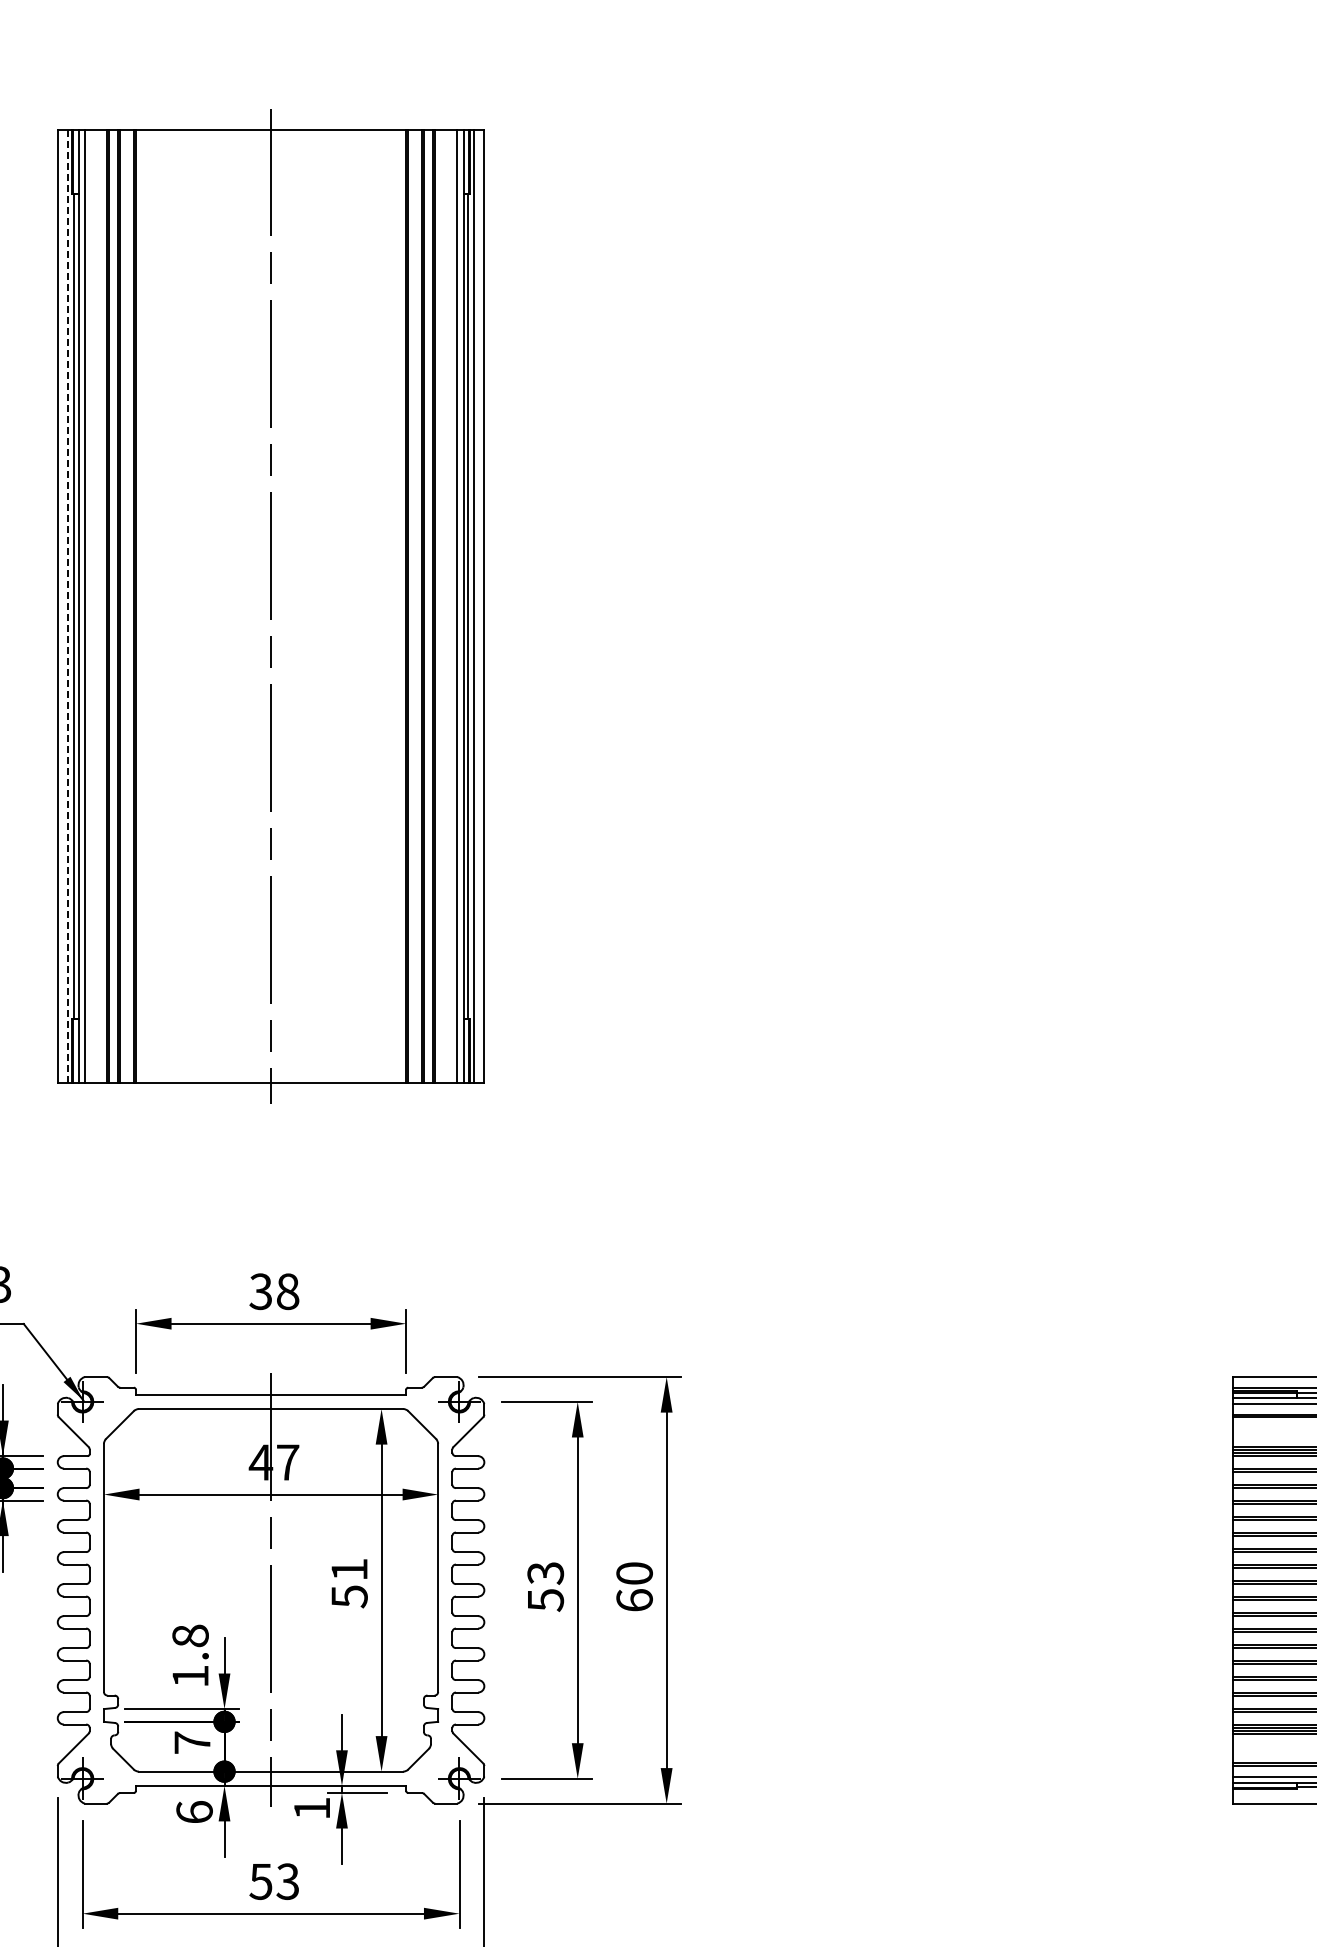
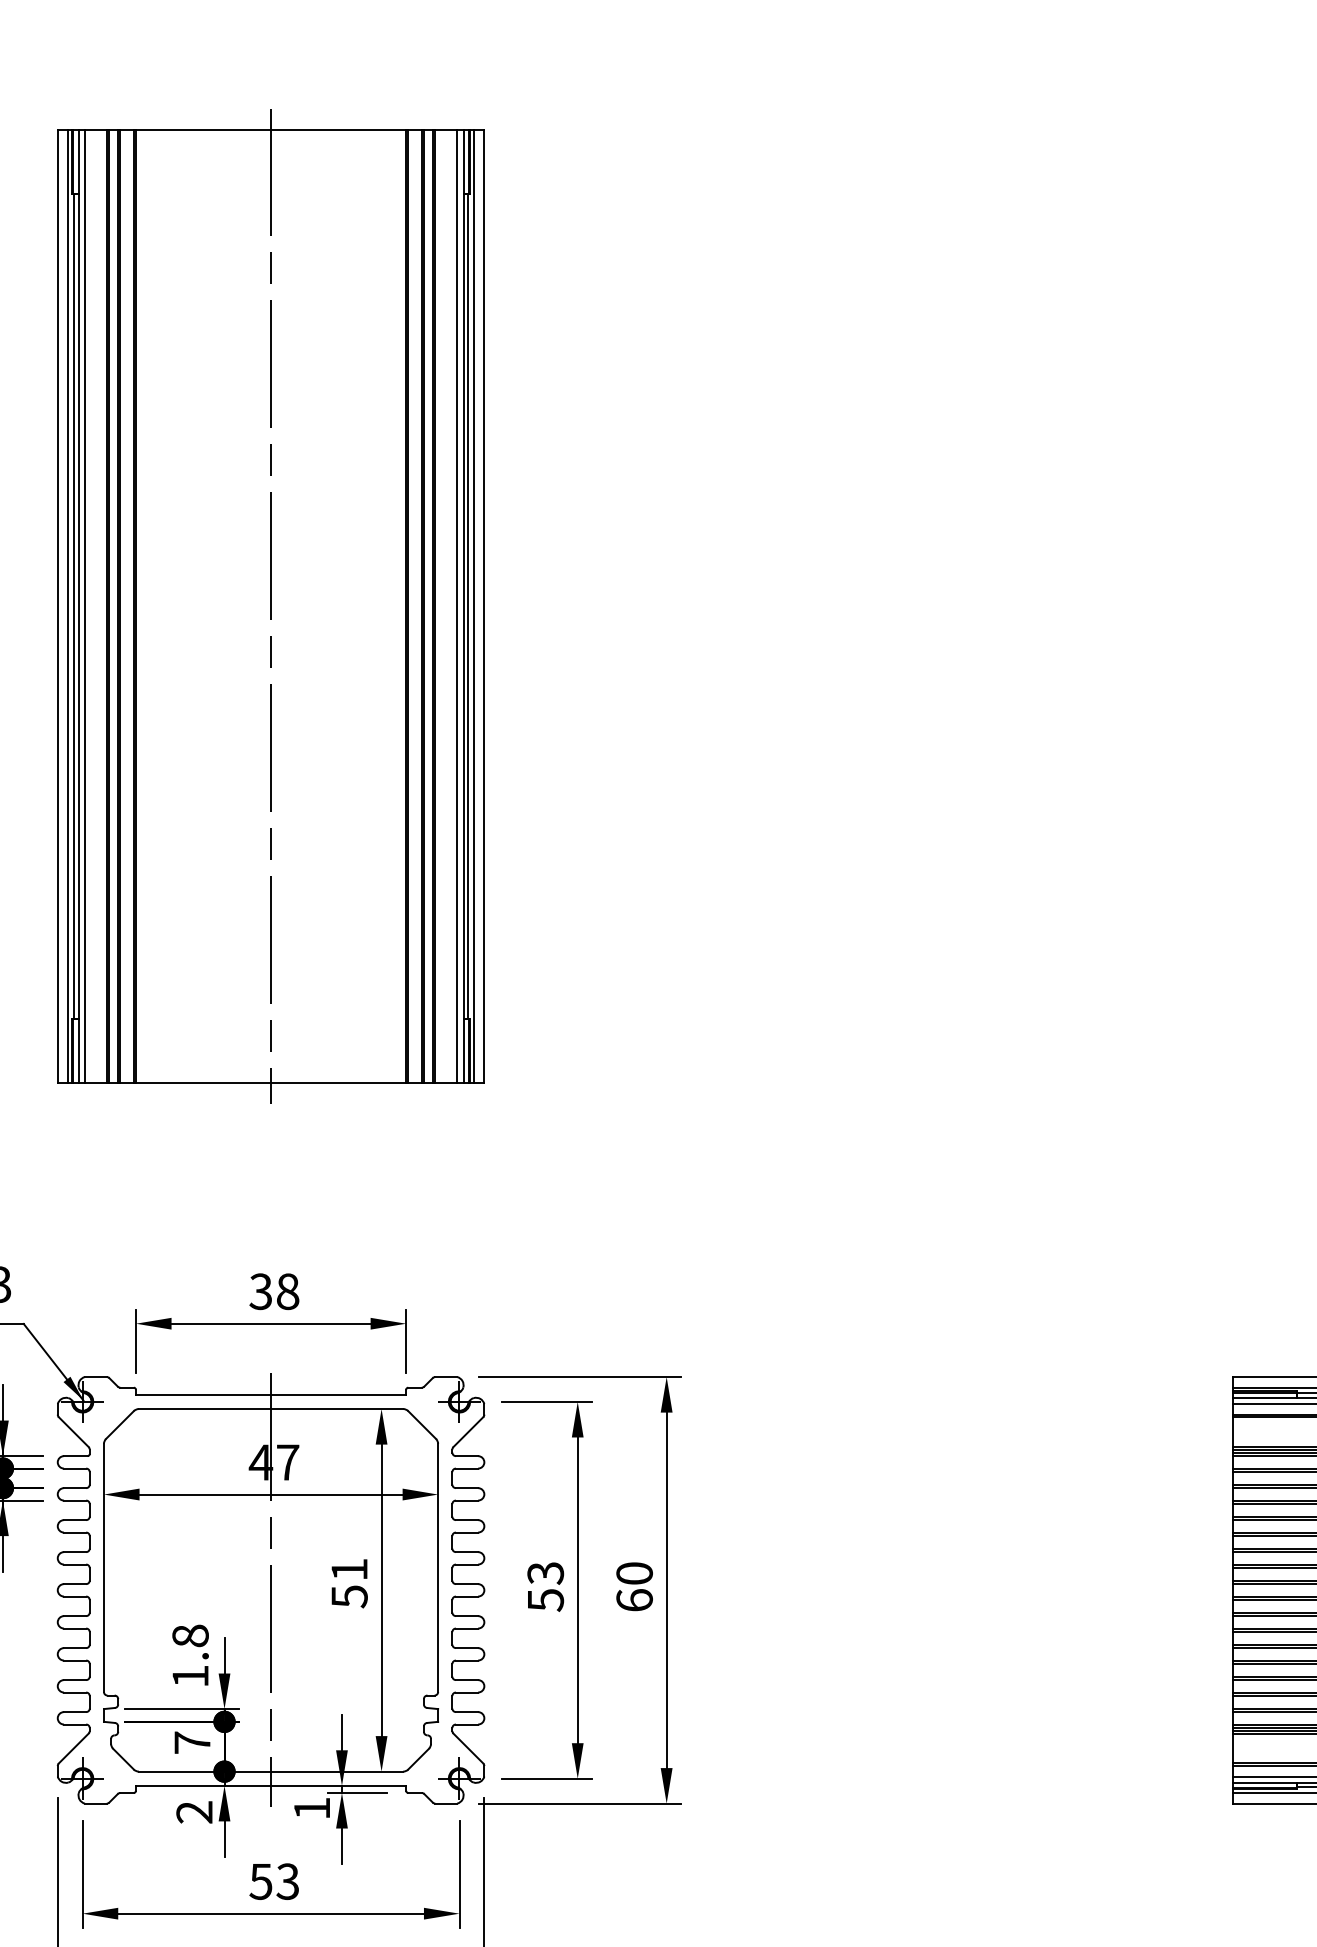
line at (68, 605): dashed -> solid
line at (1272, 1793): none -> present
text at (194, 1812): 6 -> 2
